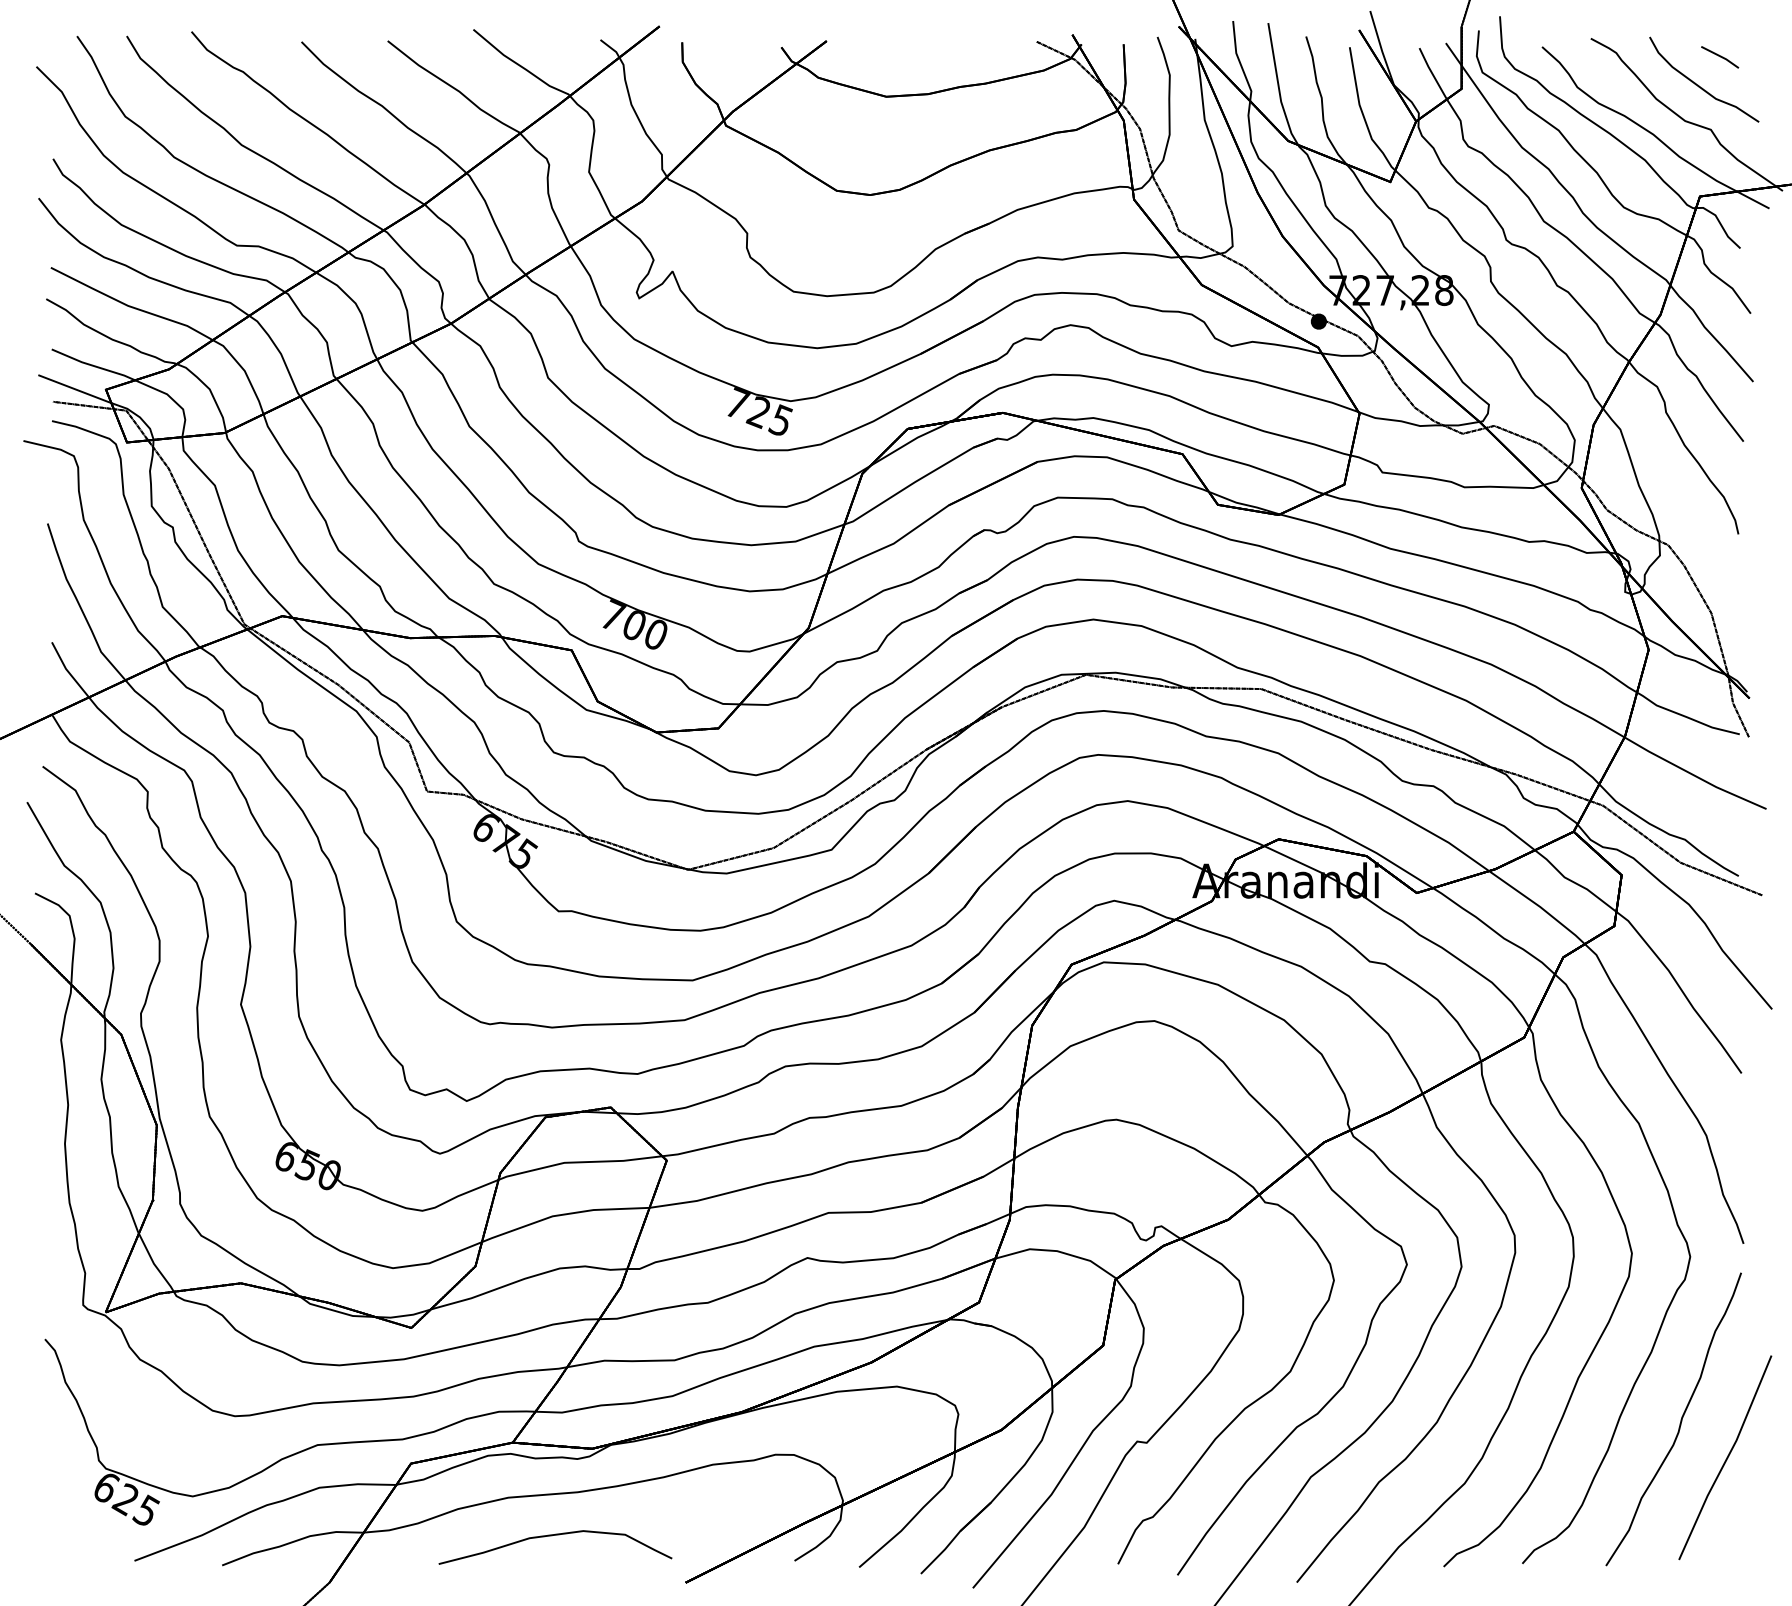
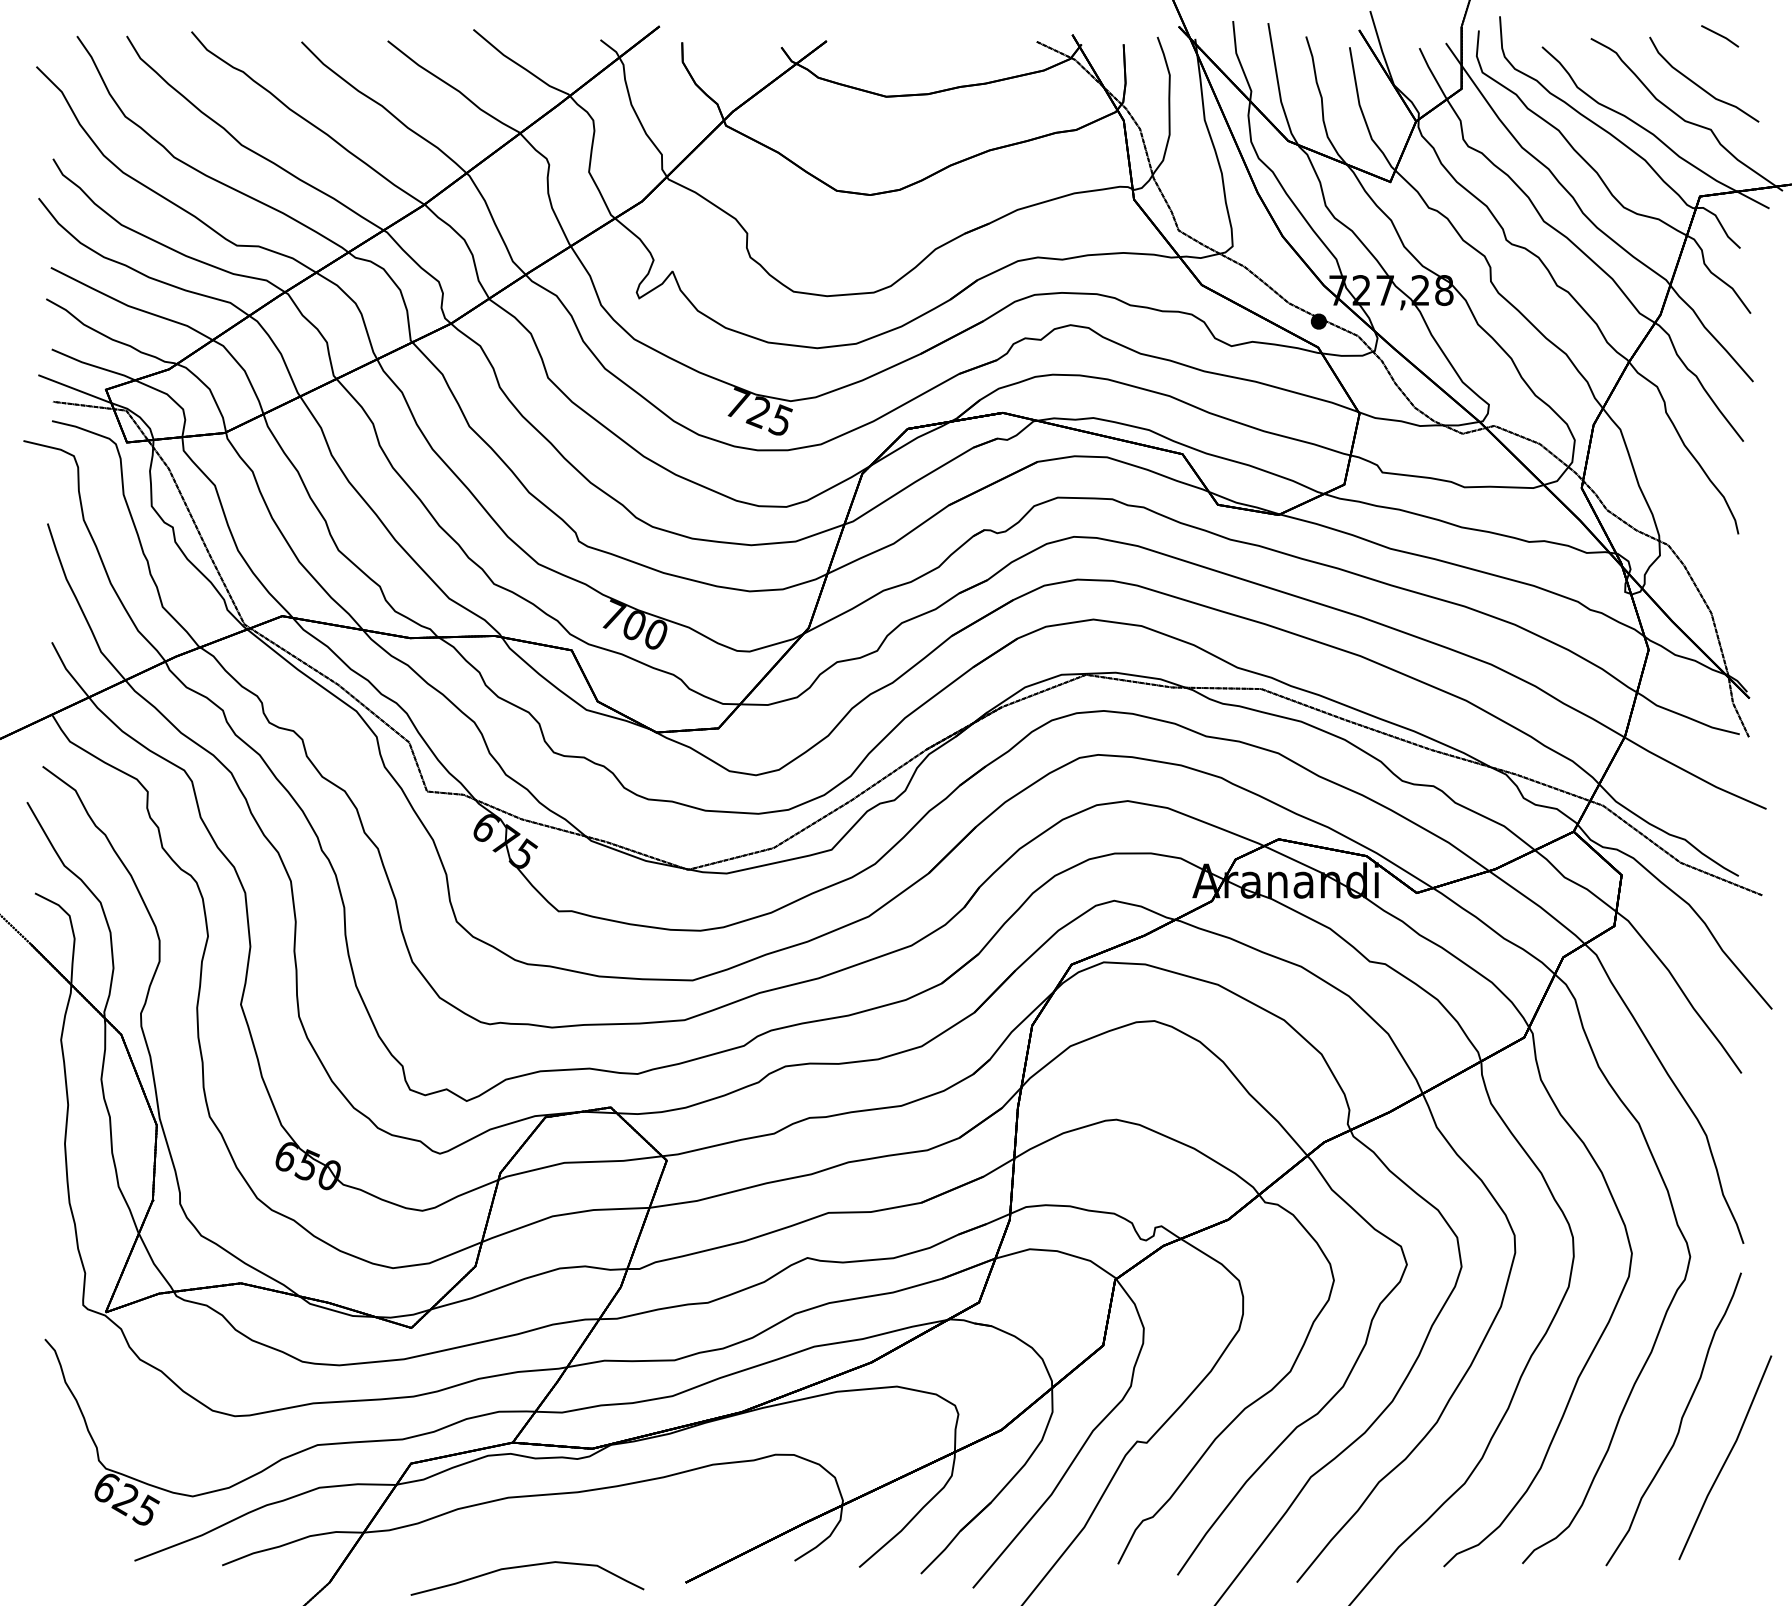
line at (1720, 57) position: (1720, 57) -> (1720, 36)
part at (552, 1536) position: (552, 1536) -> (524, 1567)
